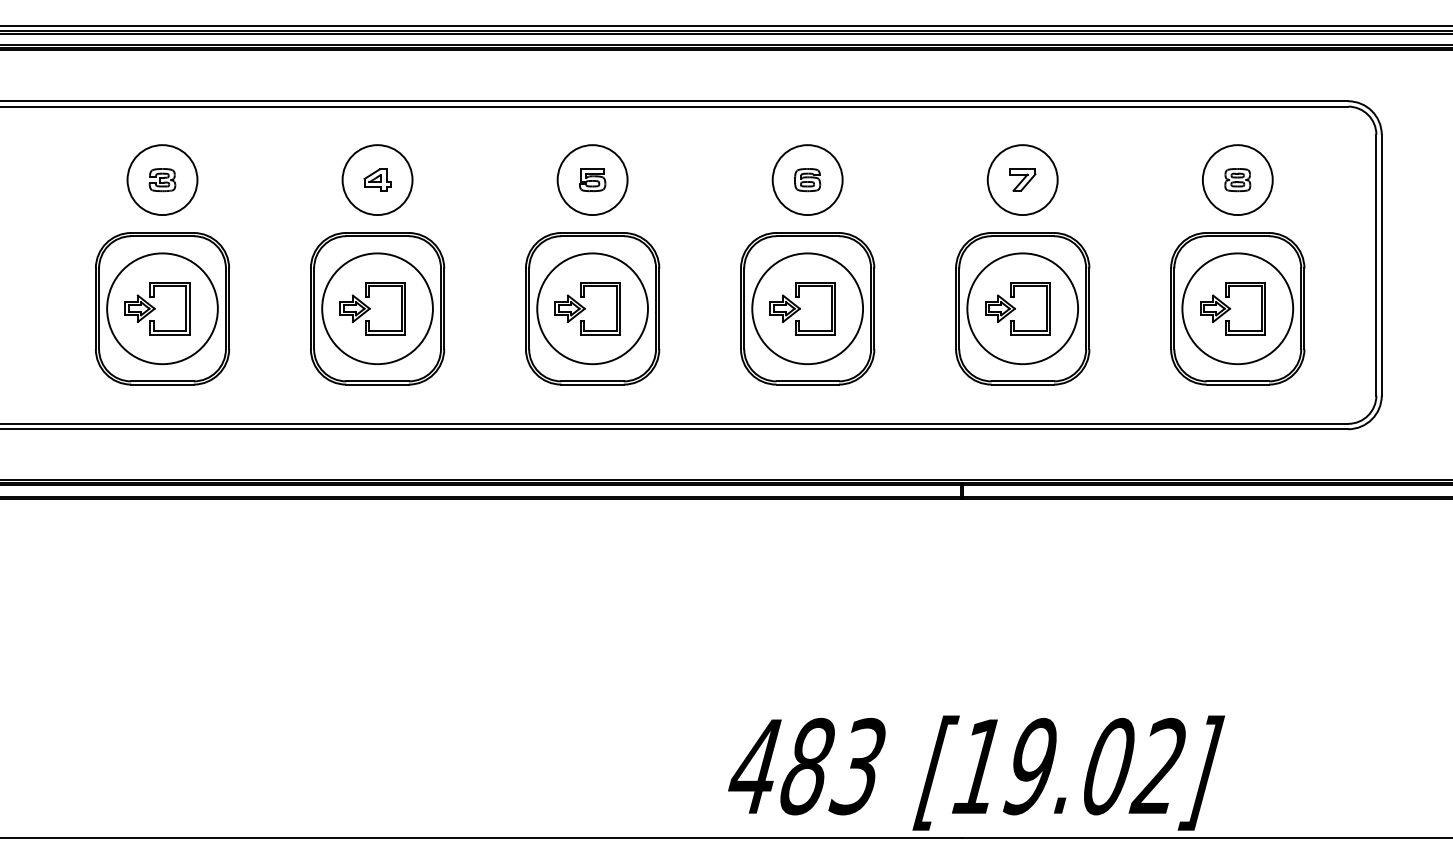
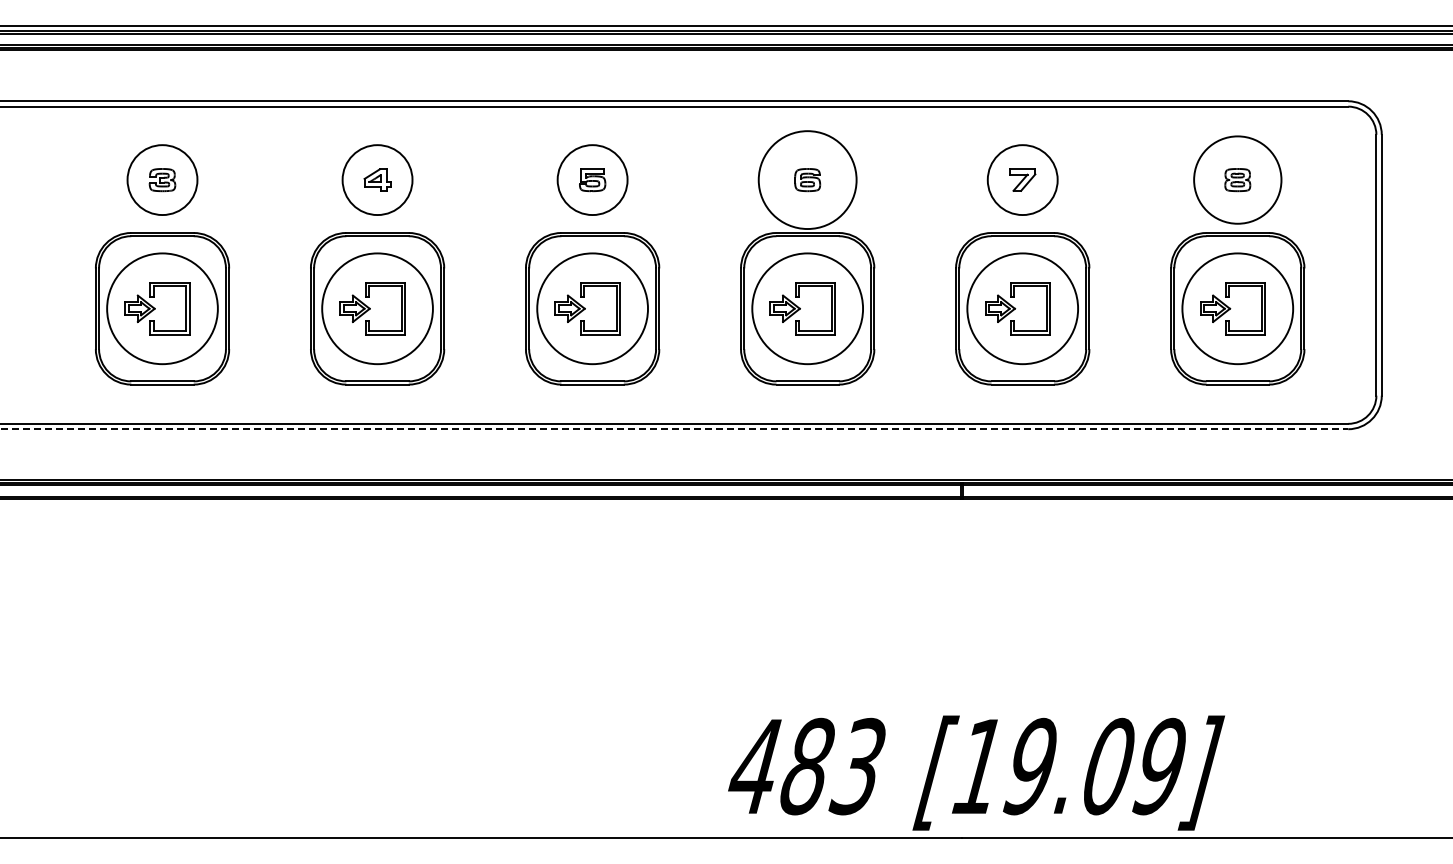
circle at (807, 180) diameter: 70 px -> 98 px
circle at (1237, 180) diameter: 70 px -> 87 px
line at (674, 429): solid -> dashed
text at (1156, 766): [19.02] -> [19.09]
